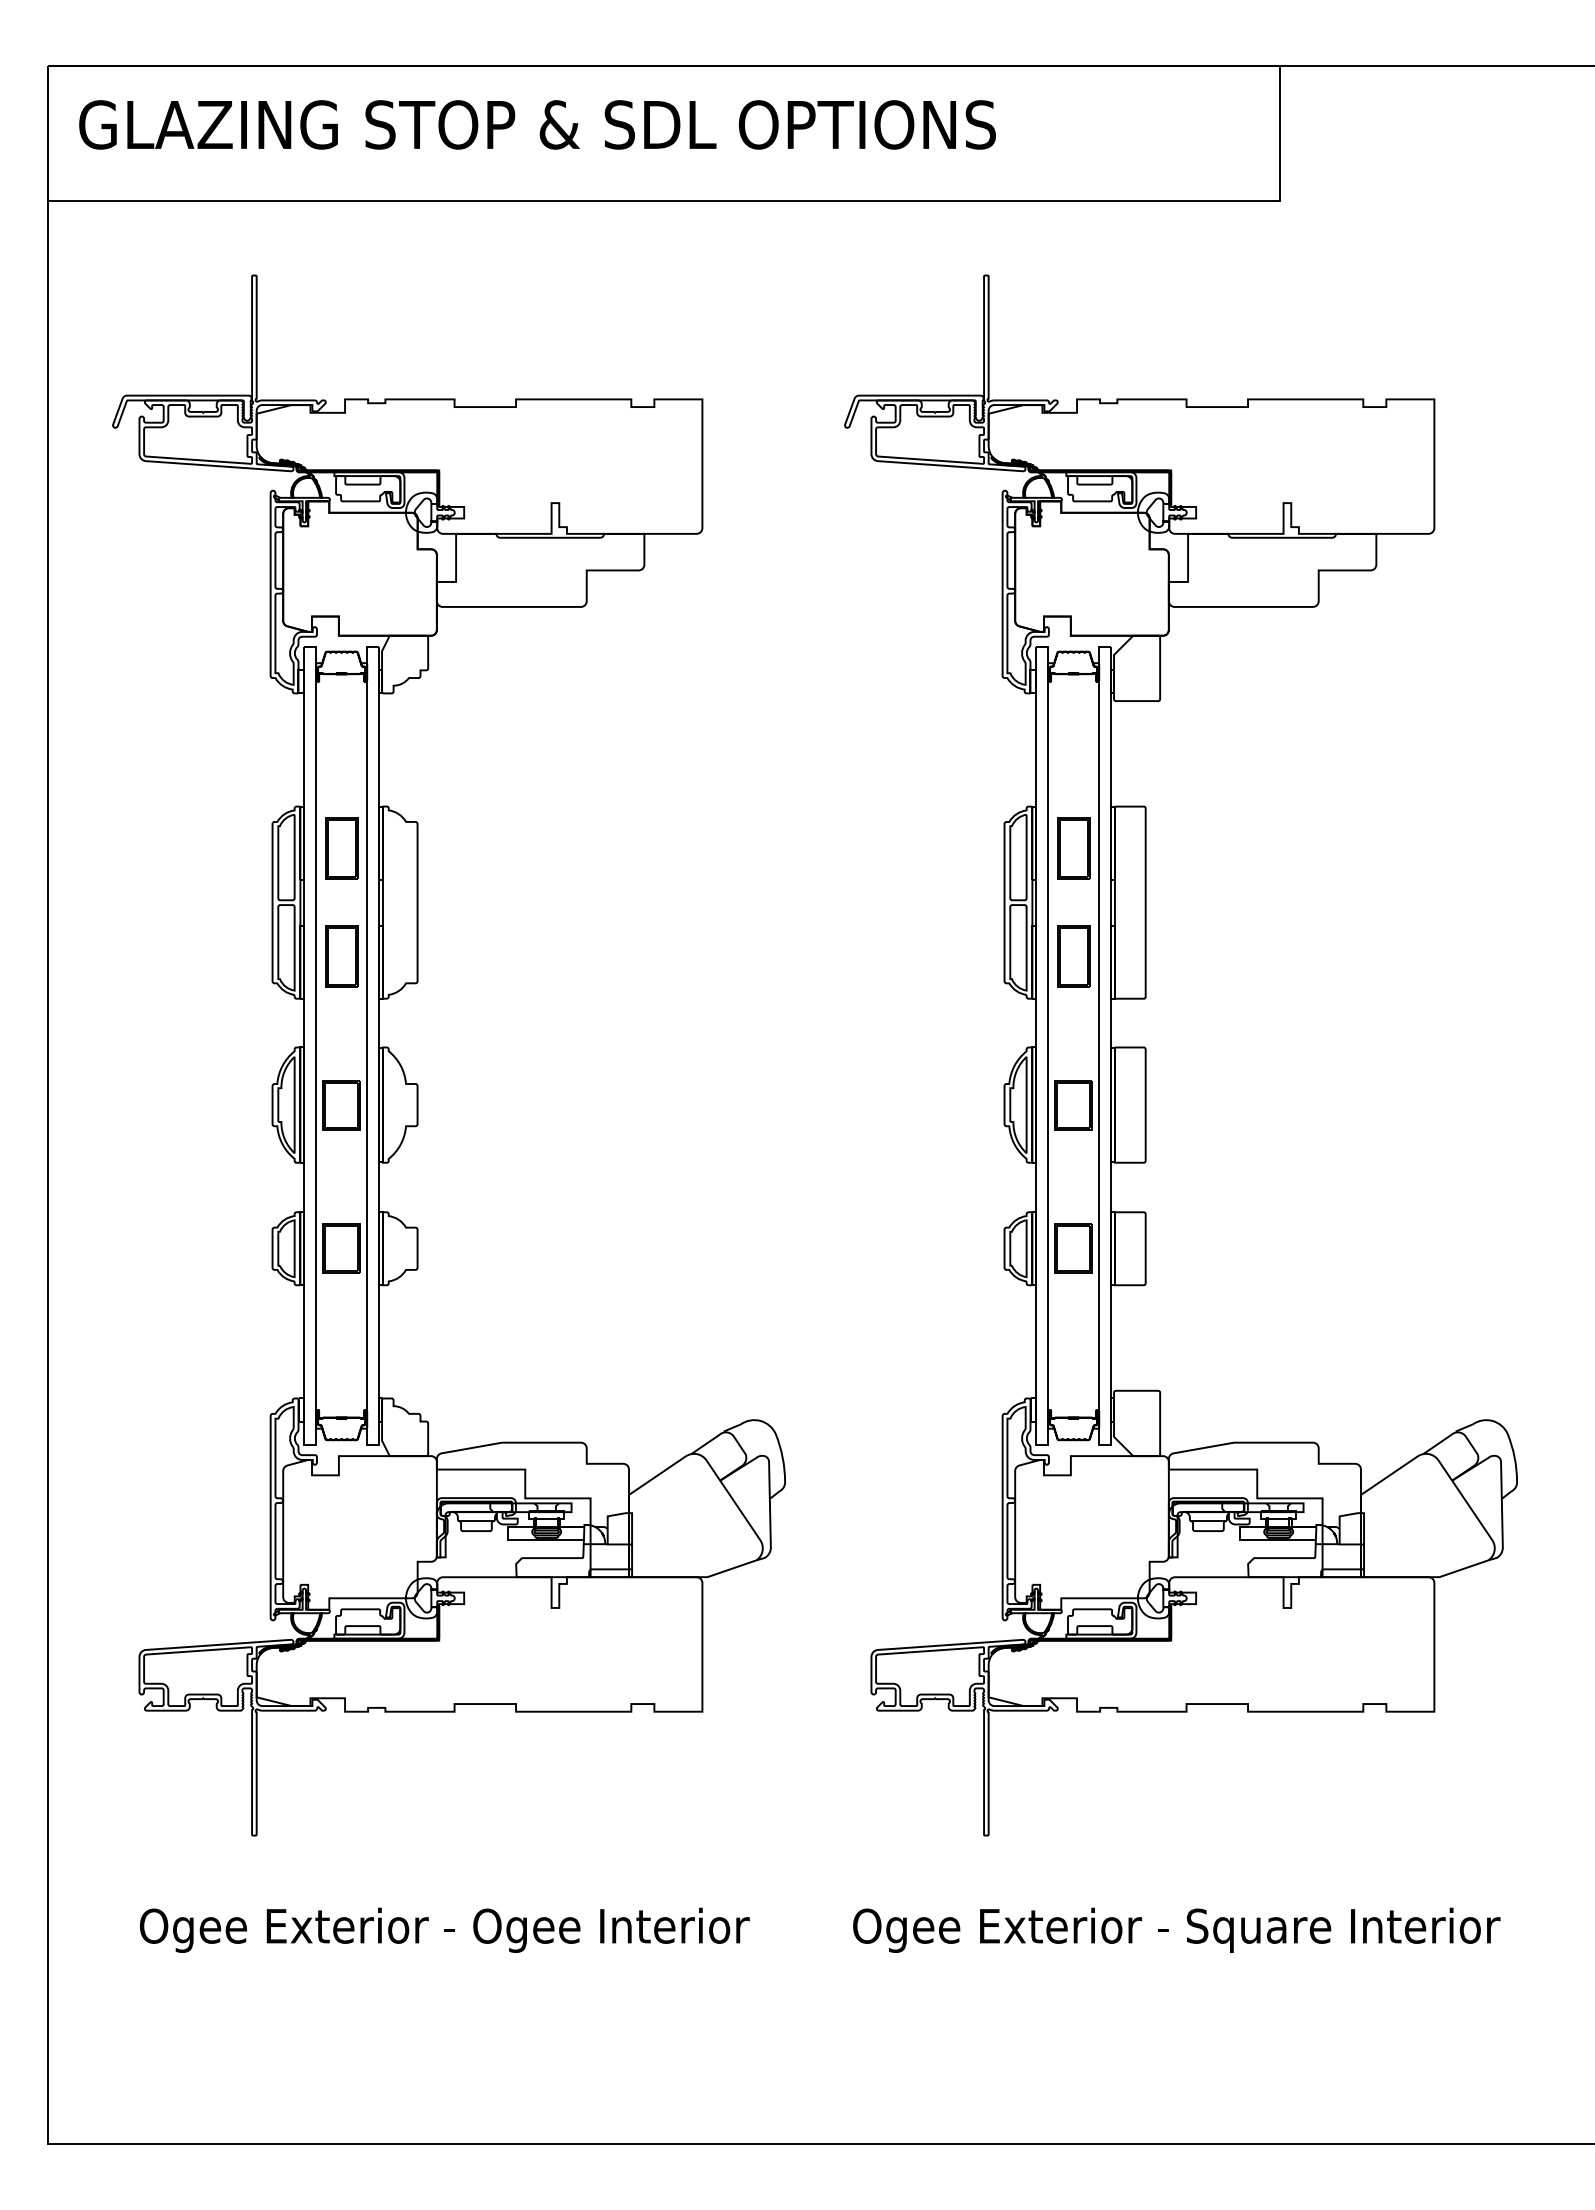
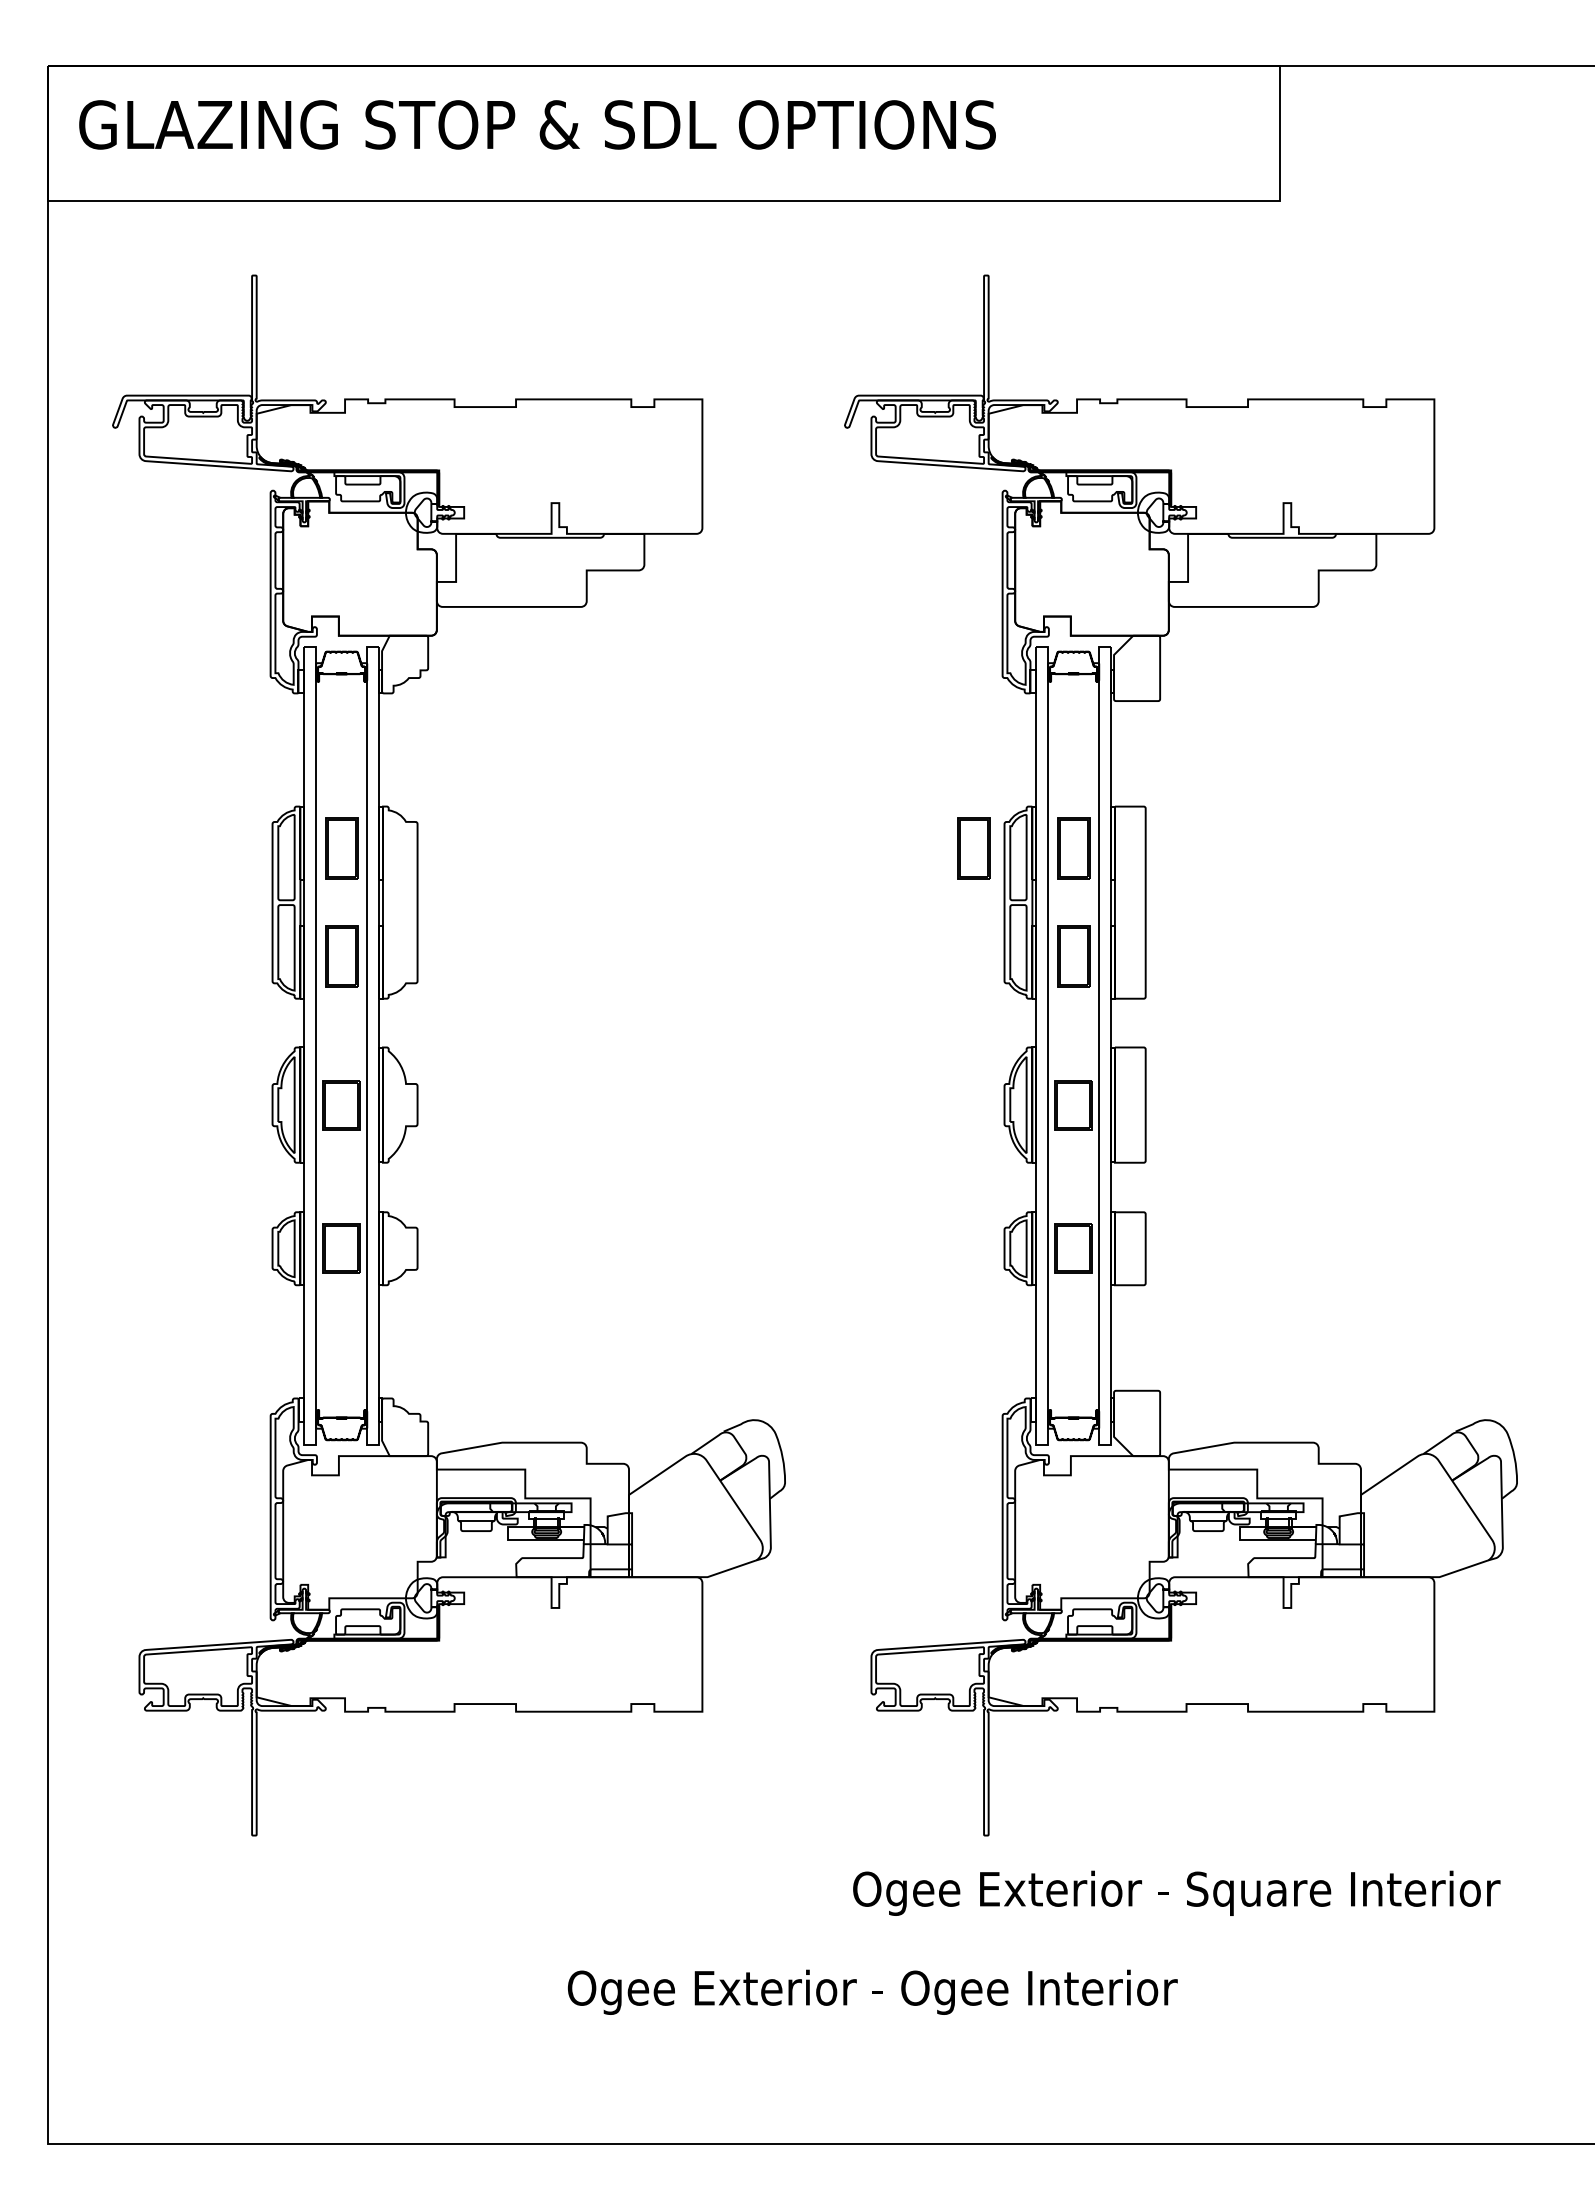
part at (973, 848): none -> present
text at (444, 1929) position: (444, 1929) -> (872, 1991)
text at (1176, 1929) position: (1176, 1929) -> (1176, 1892)
